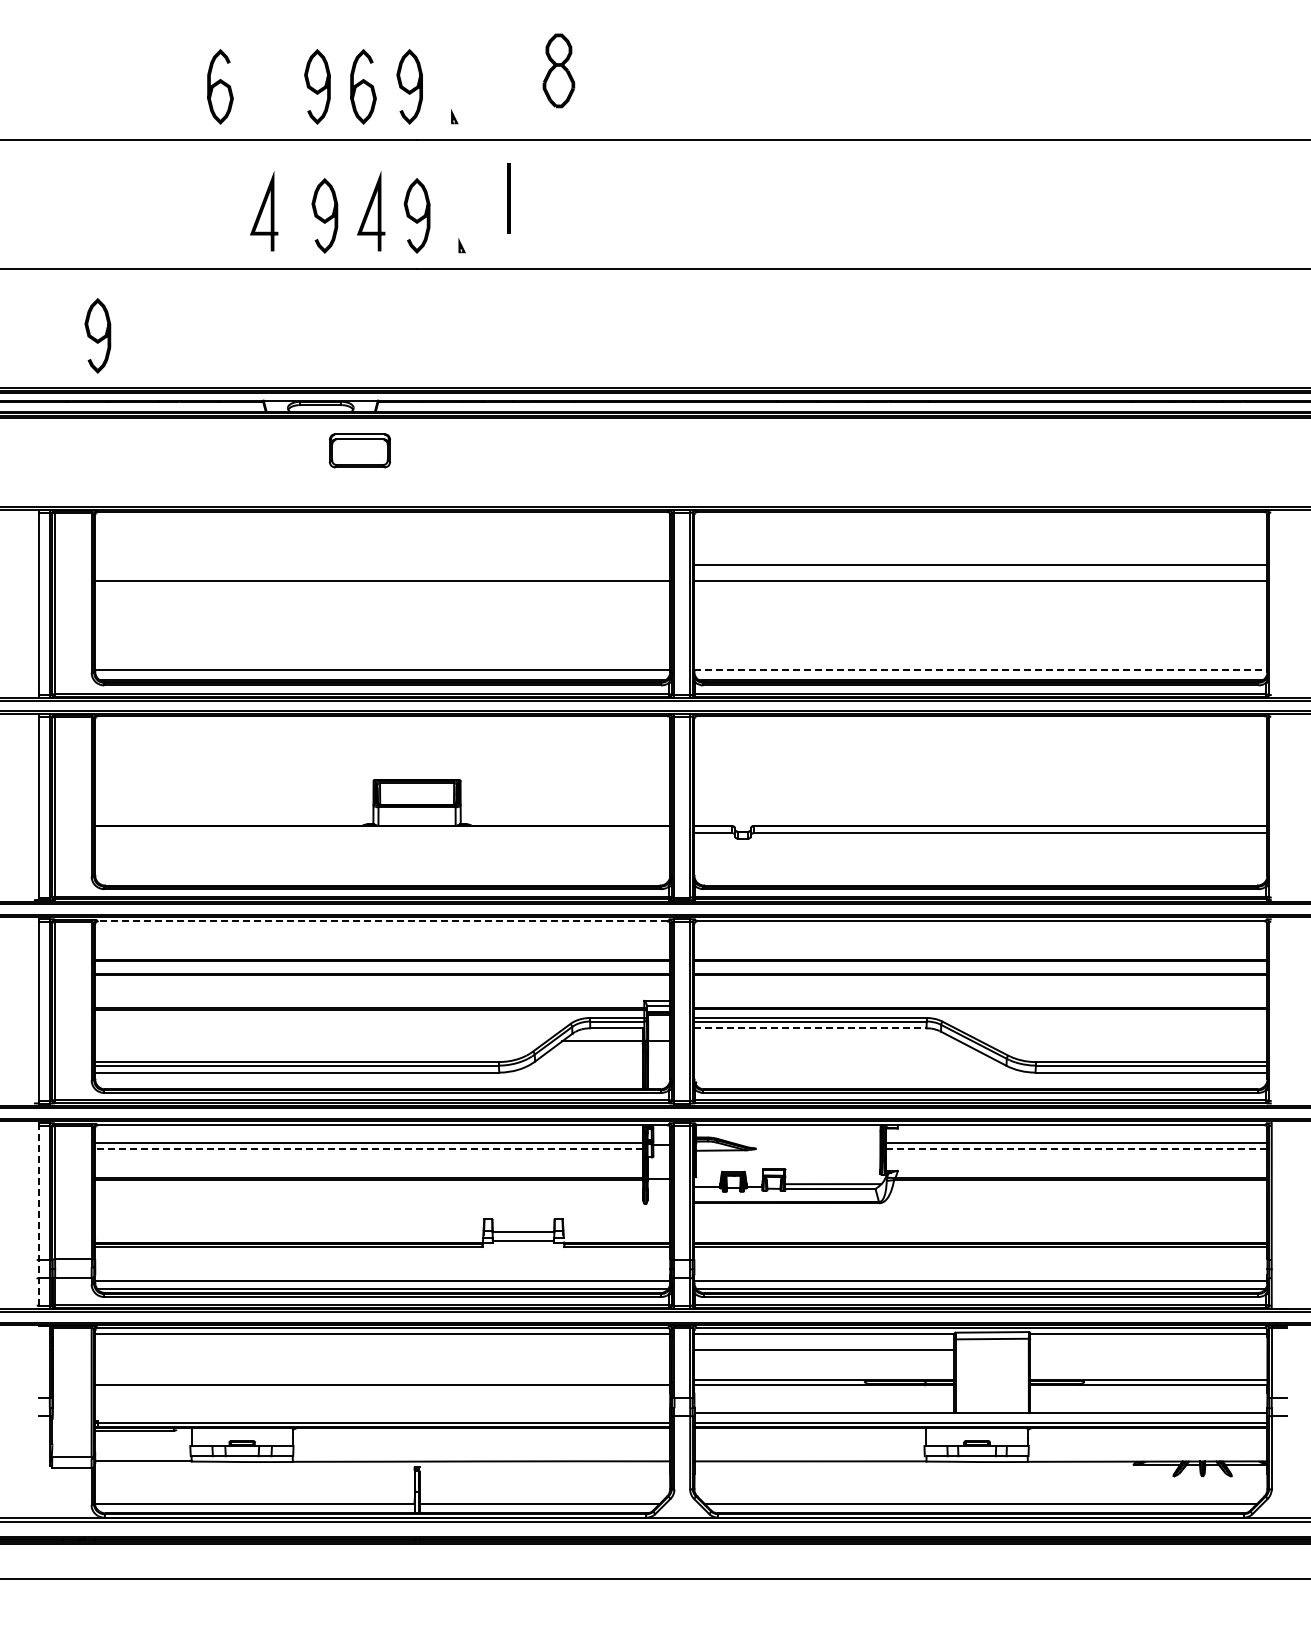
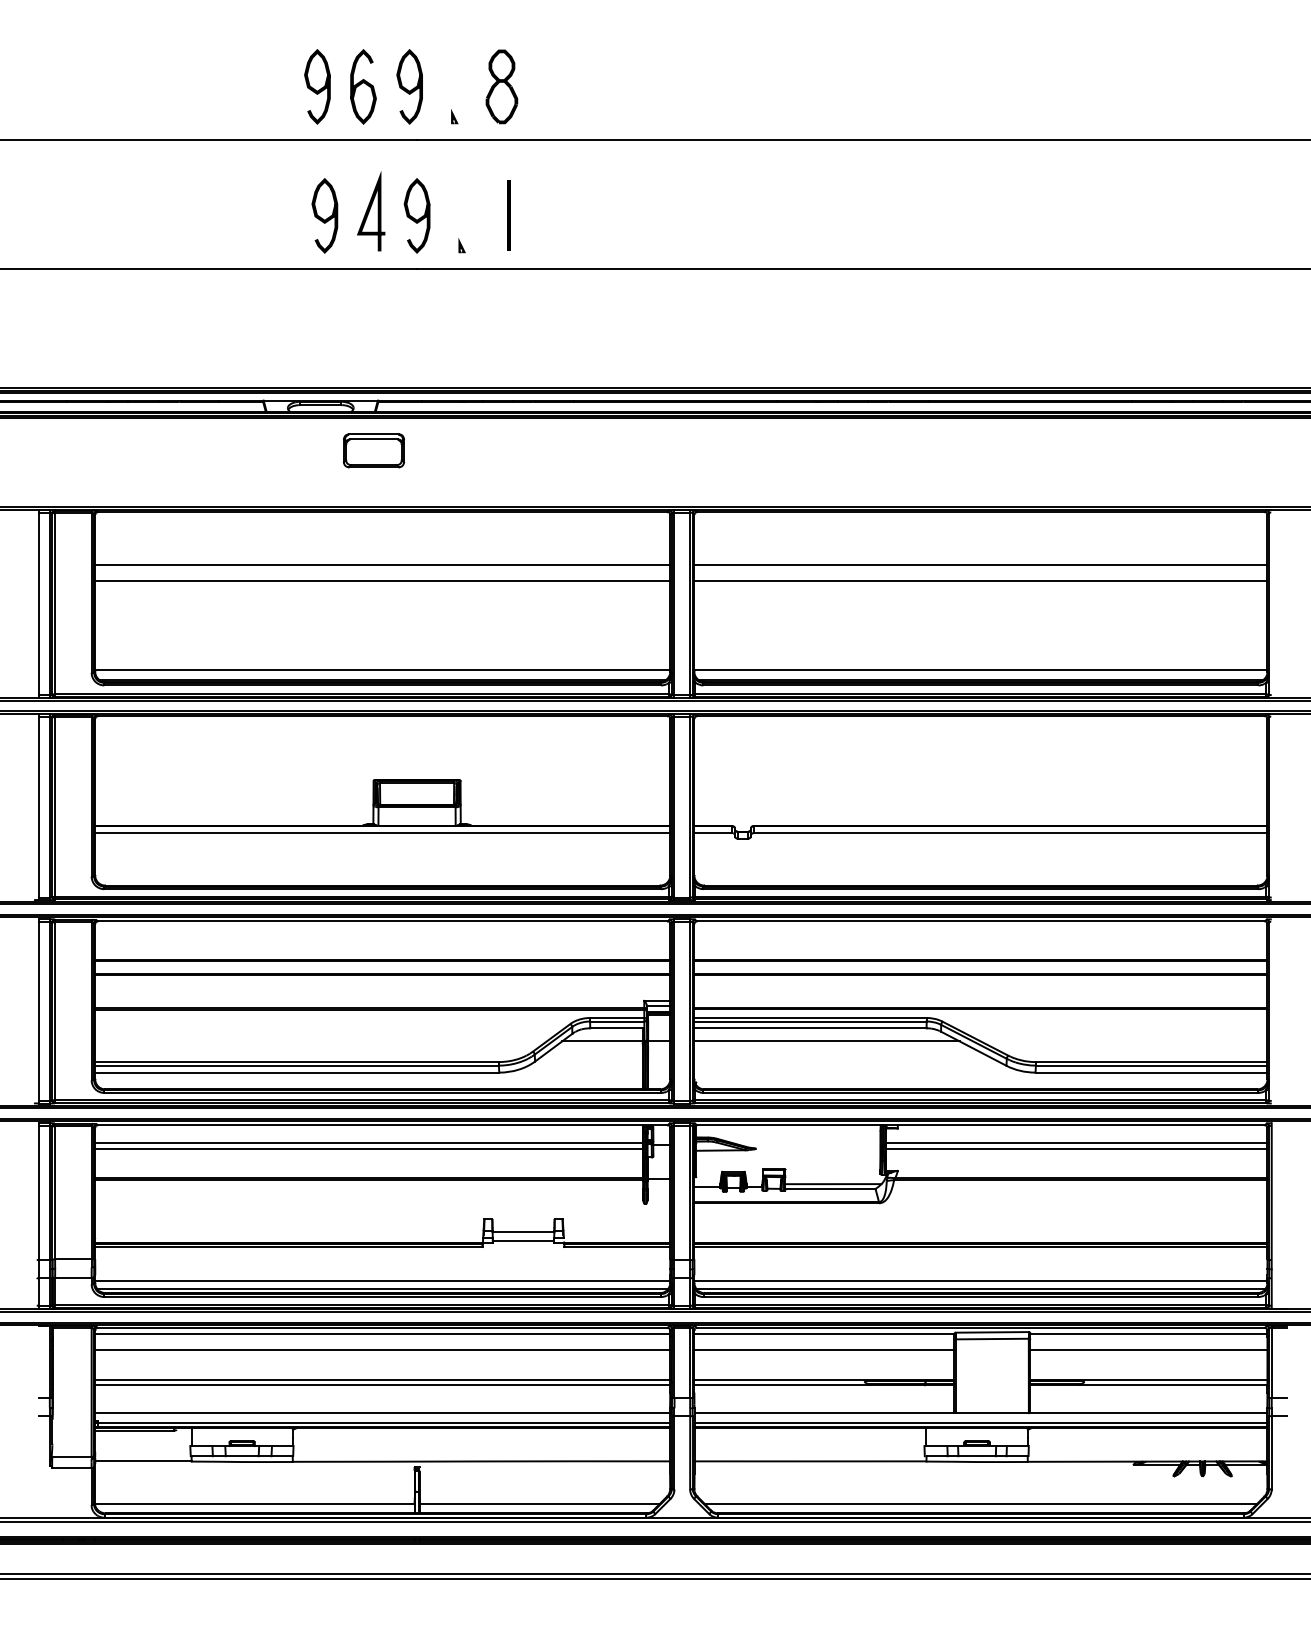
part at (558, 70) position: (558, 70) -> (501, 86)
curve at (218, 84): present -> none
line at (508, 198) position: (508, 198) -> (508, 215)
line at (263, 210): present -> none
curve at (96, 338): present -> none
part at (359, 450) position: (359, 450) -> (373, 450)
line at (382, 565): none -> present
line at (980, 670): dashed -> solid
line at (382, 833): none -> present
line at (382, 921): dashed -> solid
line at (810, 1028): dashed -> solid
line at (826, 1041): none -> present
line at (369, 1148): dashed -> solid
line at (1076, 1148): dashed -> solid
line at (39, 1215): dashed -> solid
line at (382, 1350): none -> present
line at (1148, 1350): none -> present
line at (382, 1379): none -> present
line at (382, 1413): none -> present
line at (654, 1574): none -> present
